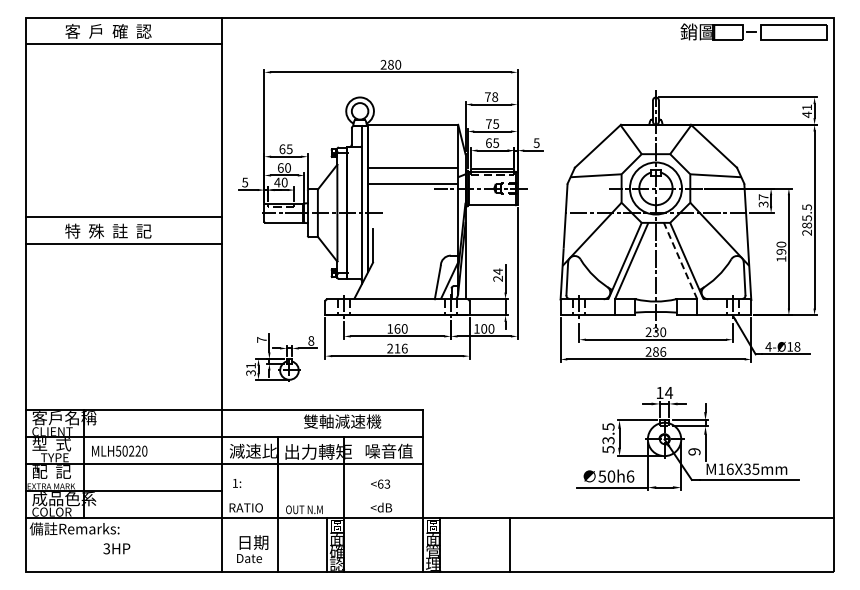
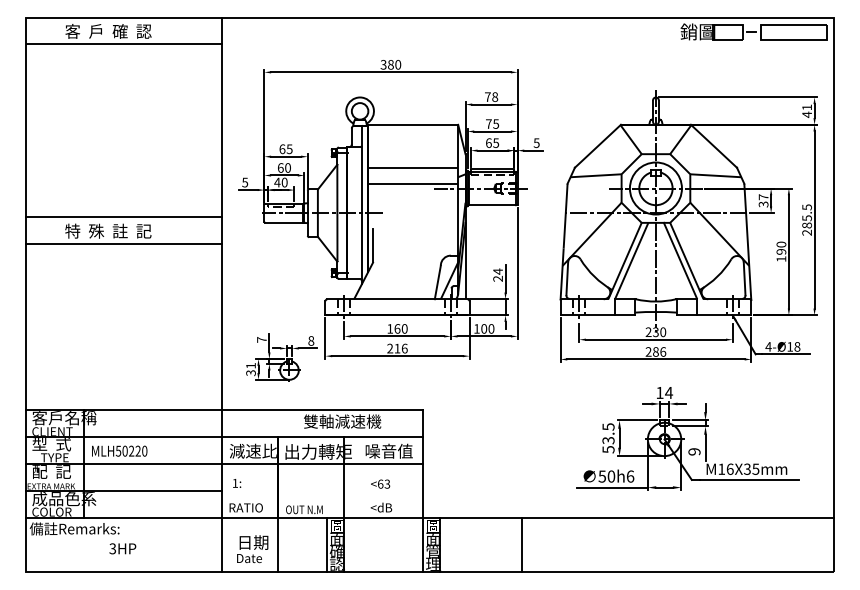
text at (383, 64): 280 -> 380
line at (680, 260): dashed -> solid
line at (510, 545) position: (510, 545) -> (522, 545)
text at (116, 548) position: (116, 548) -> (122, 548)
